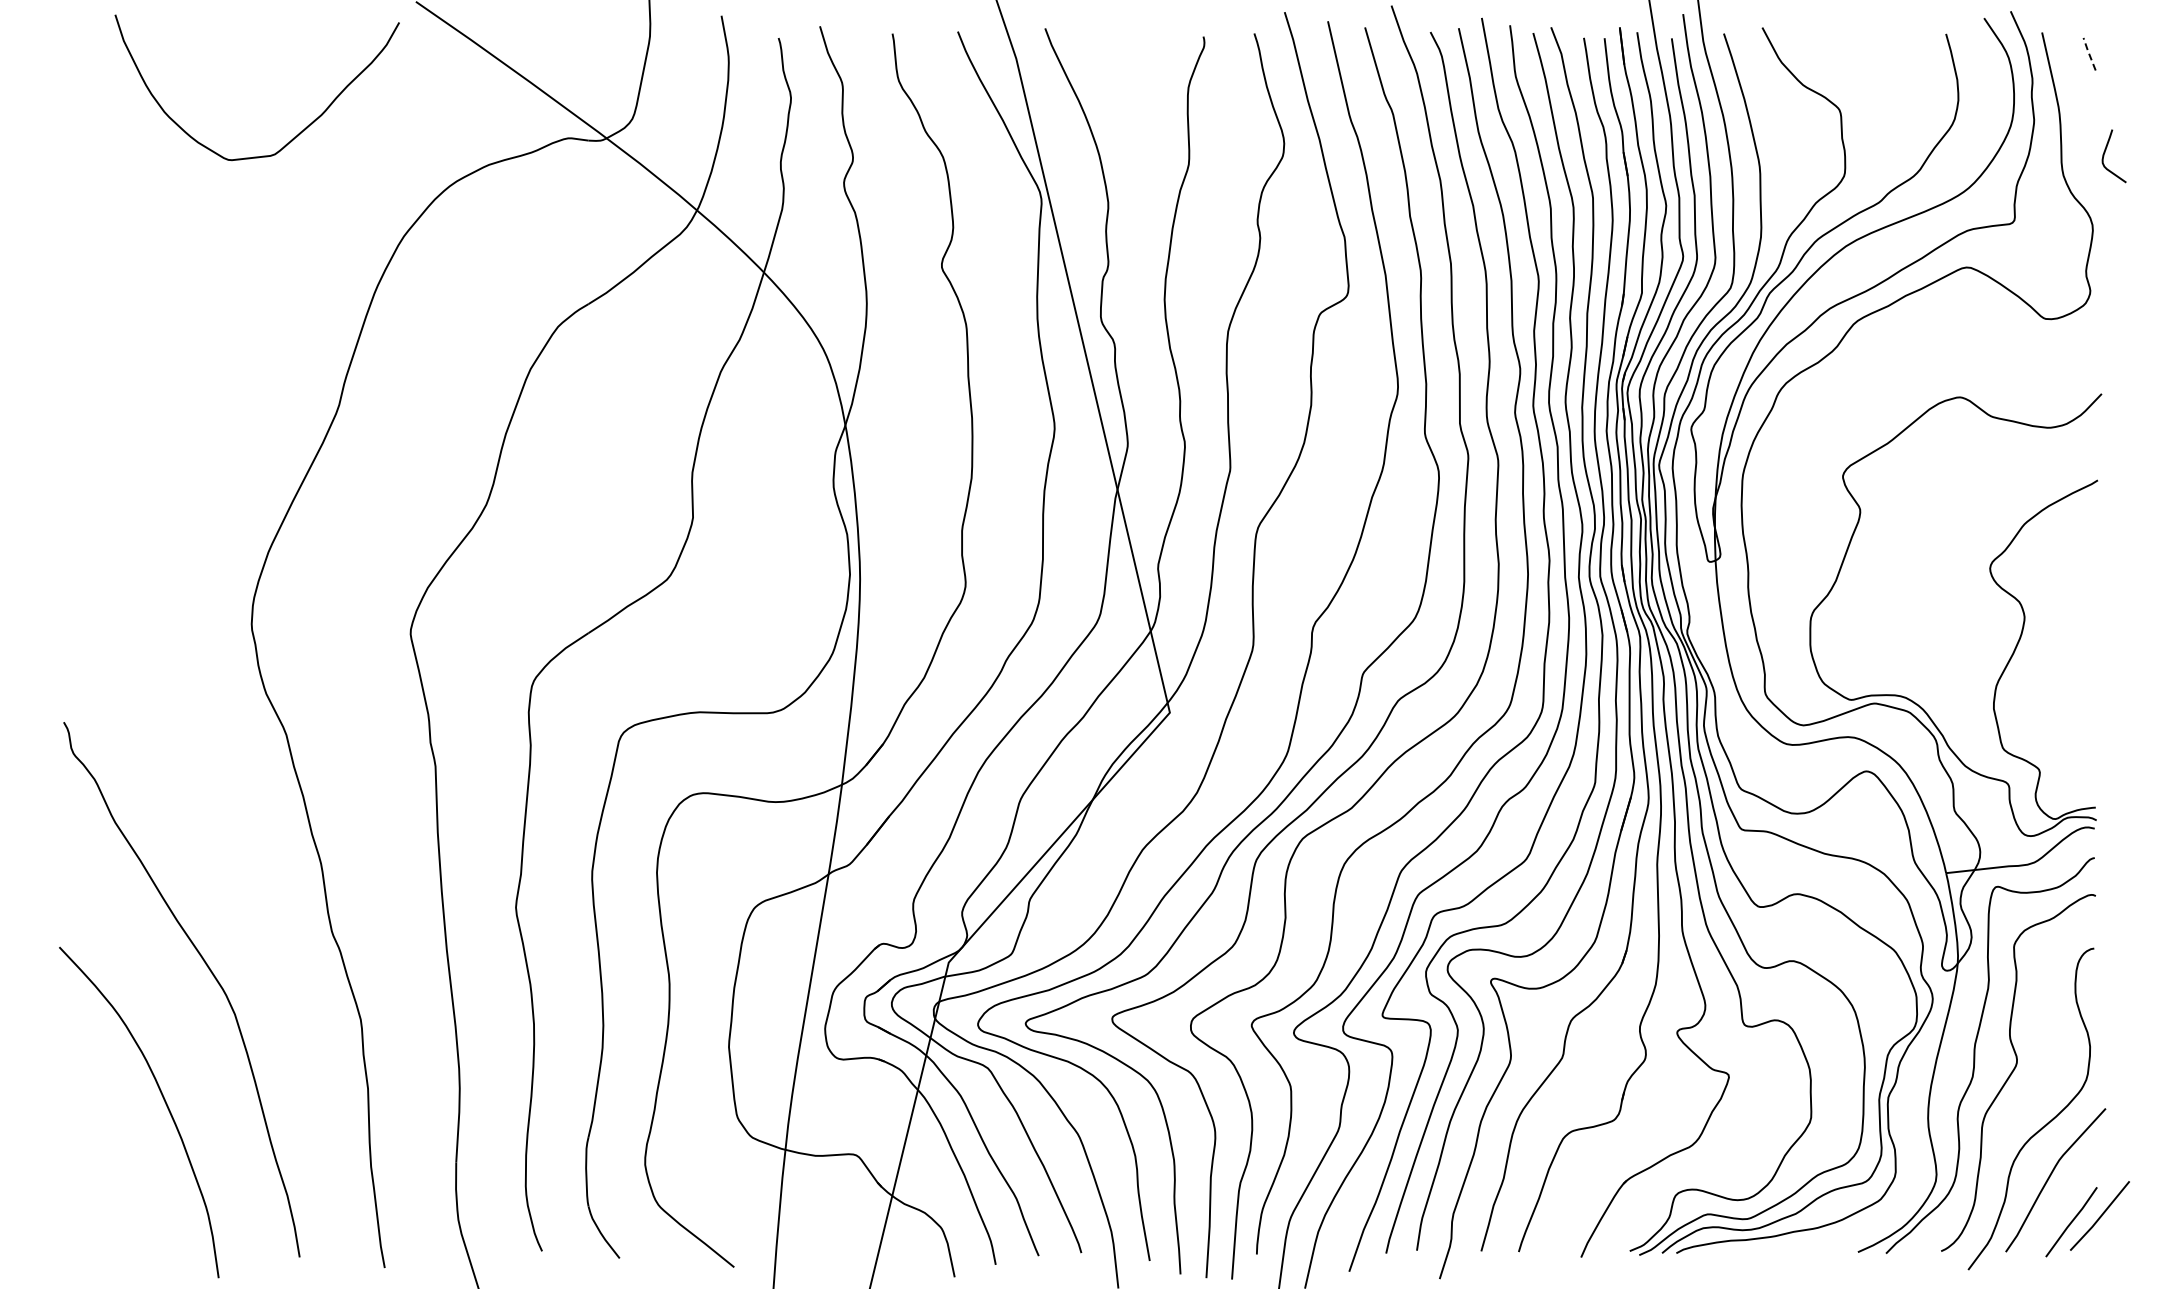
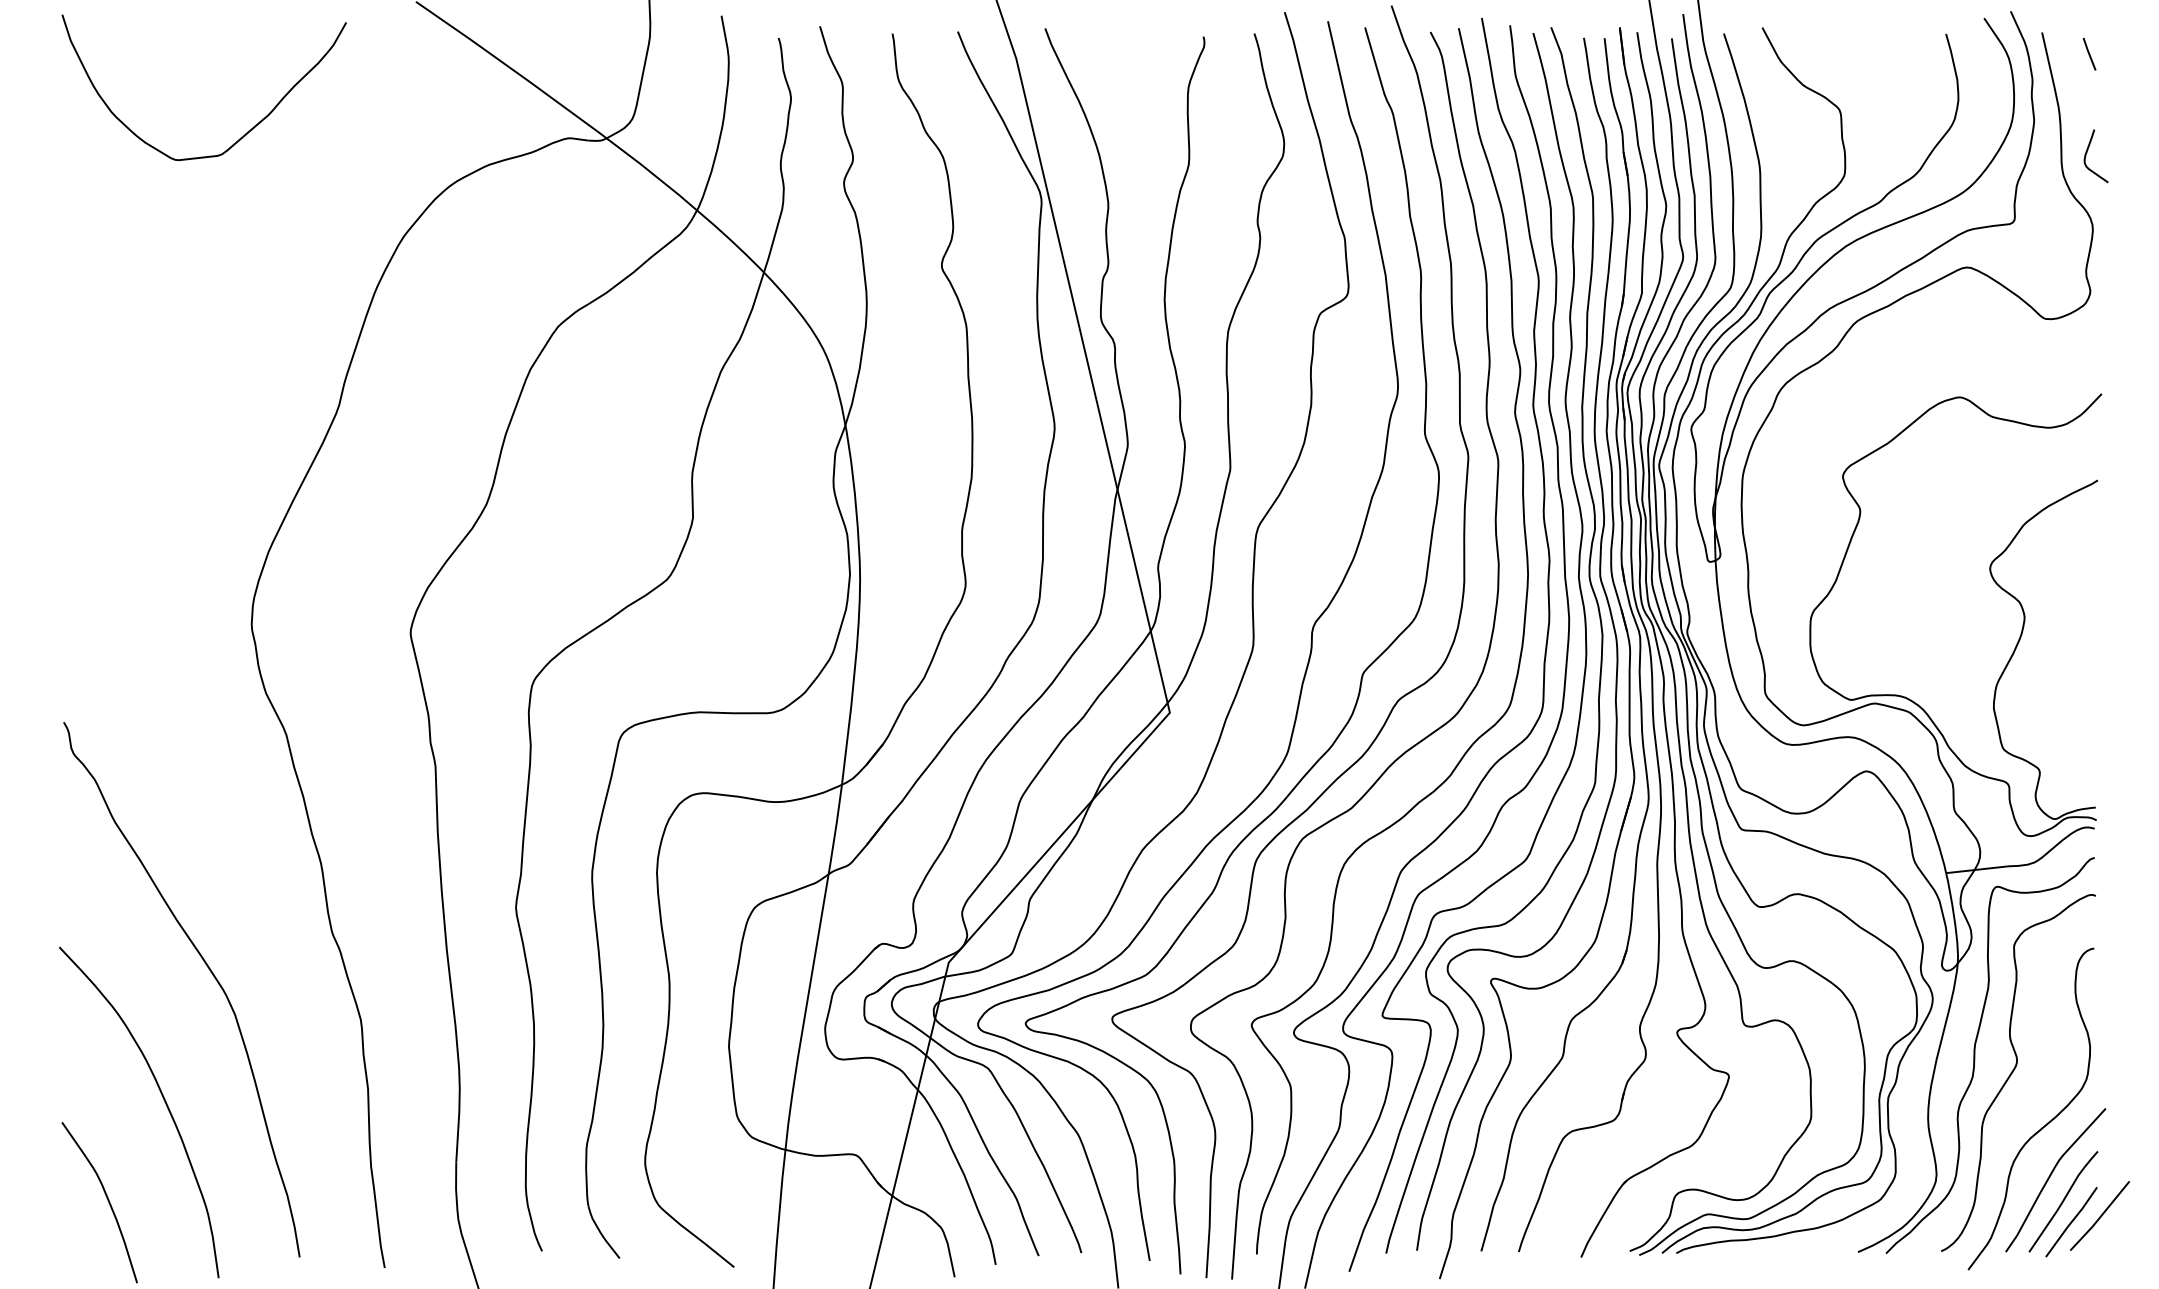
line at (2088, 53): dashed -> solid
curve at (293, 137) position: (293, 137) -> (240, 137)
curve at (2105, 152) position: (2105, 152) -> (2087, 152)
curve at (106, 1198): none -> present
curve at (2063, 1201): none -> present
